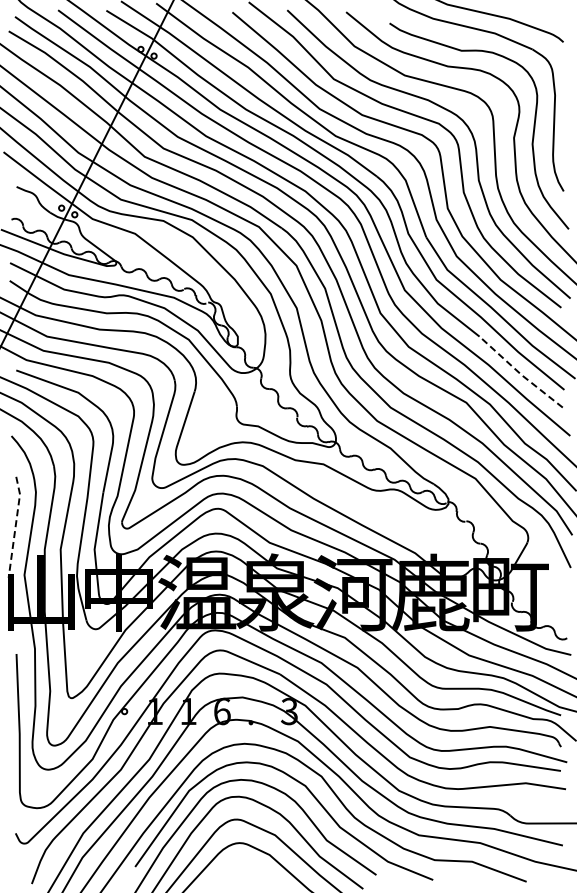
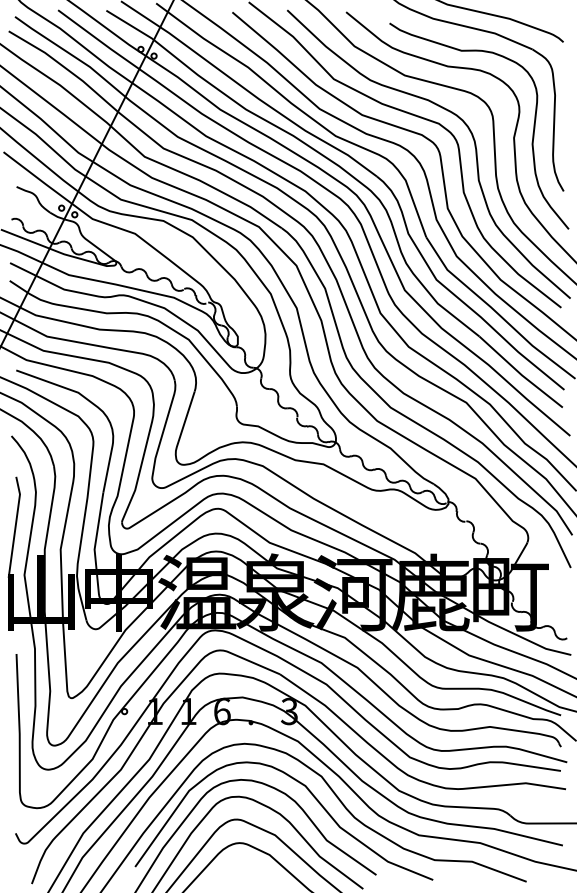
line at (519, 373): dashed -> solid
line at (15, 526): dashed -> solid
